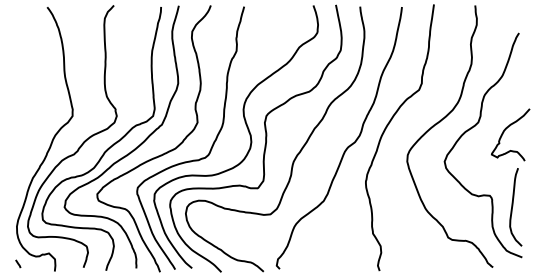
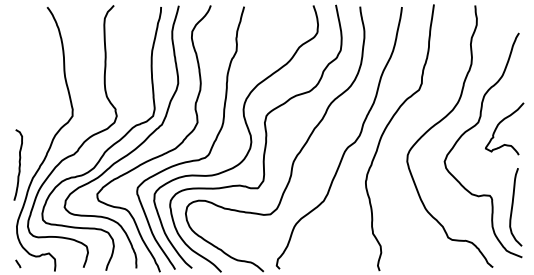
curve at (504, 132) position: (504, 132) -> (498, 126)
curve at (19, 164): none -> present
